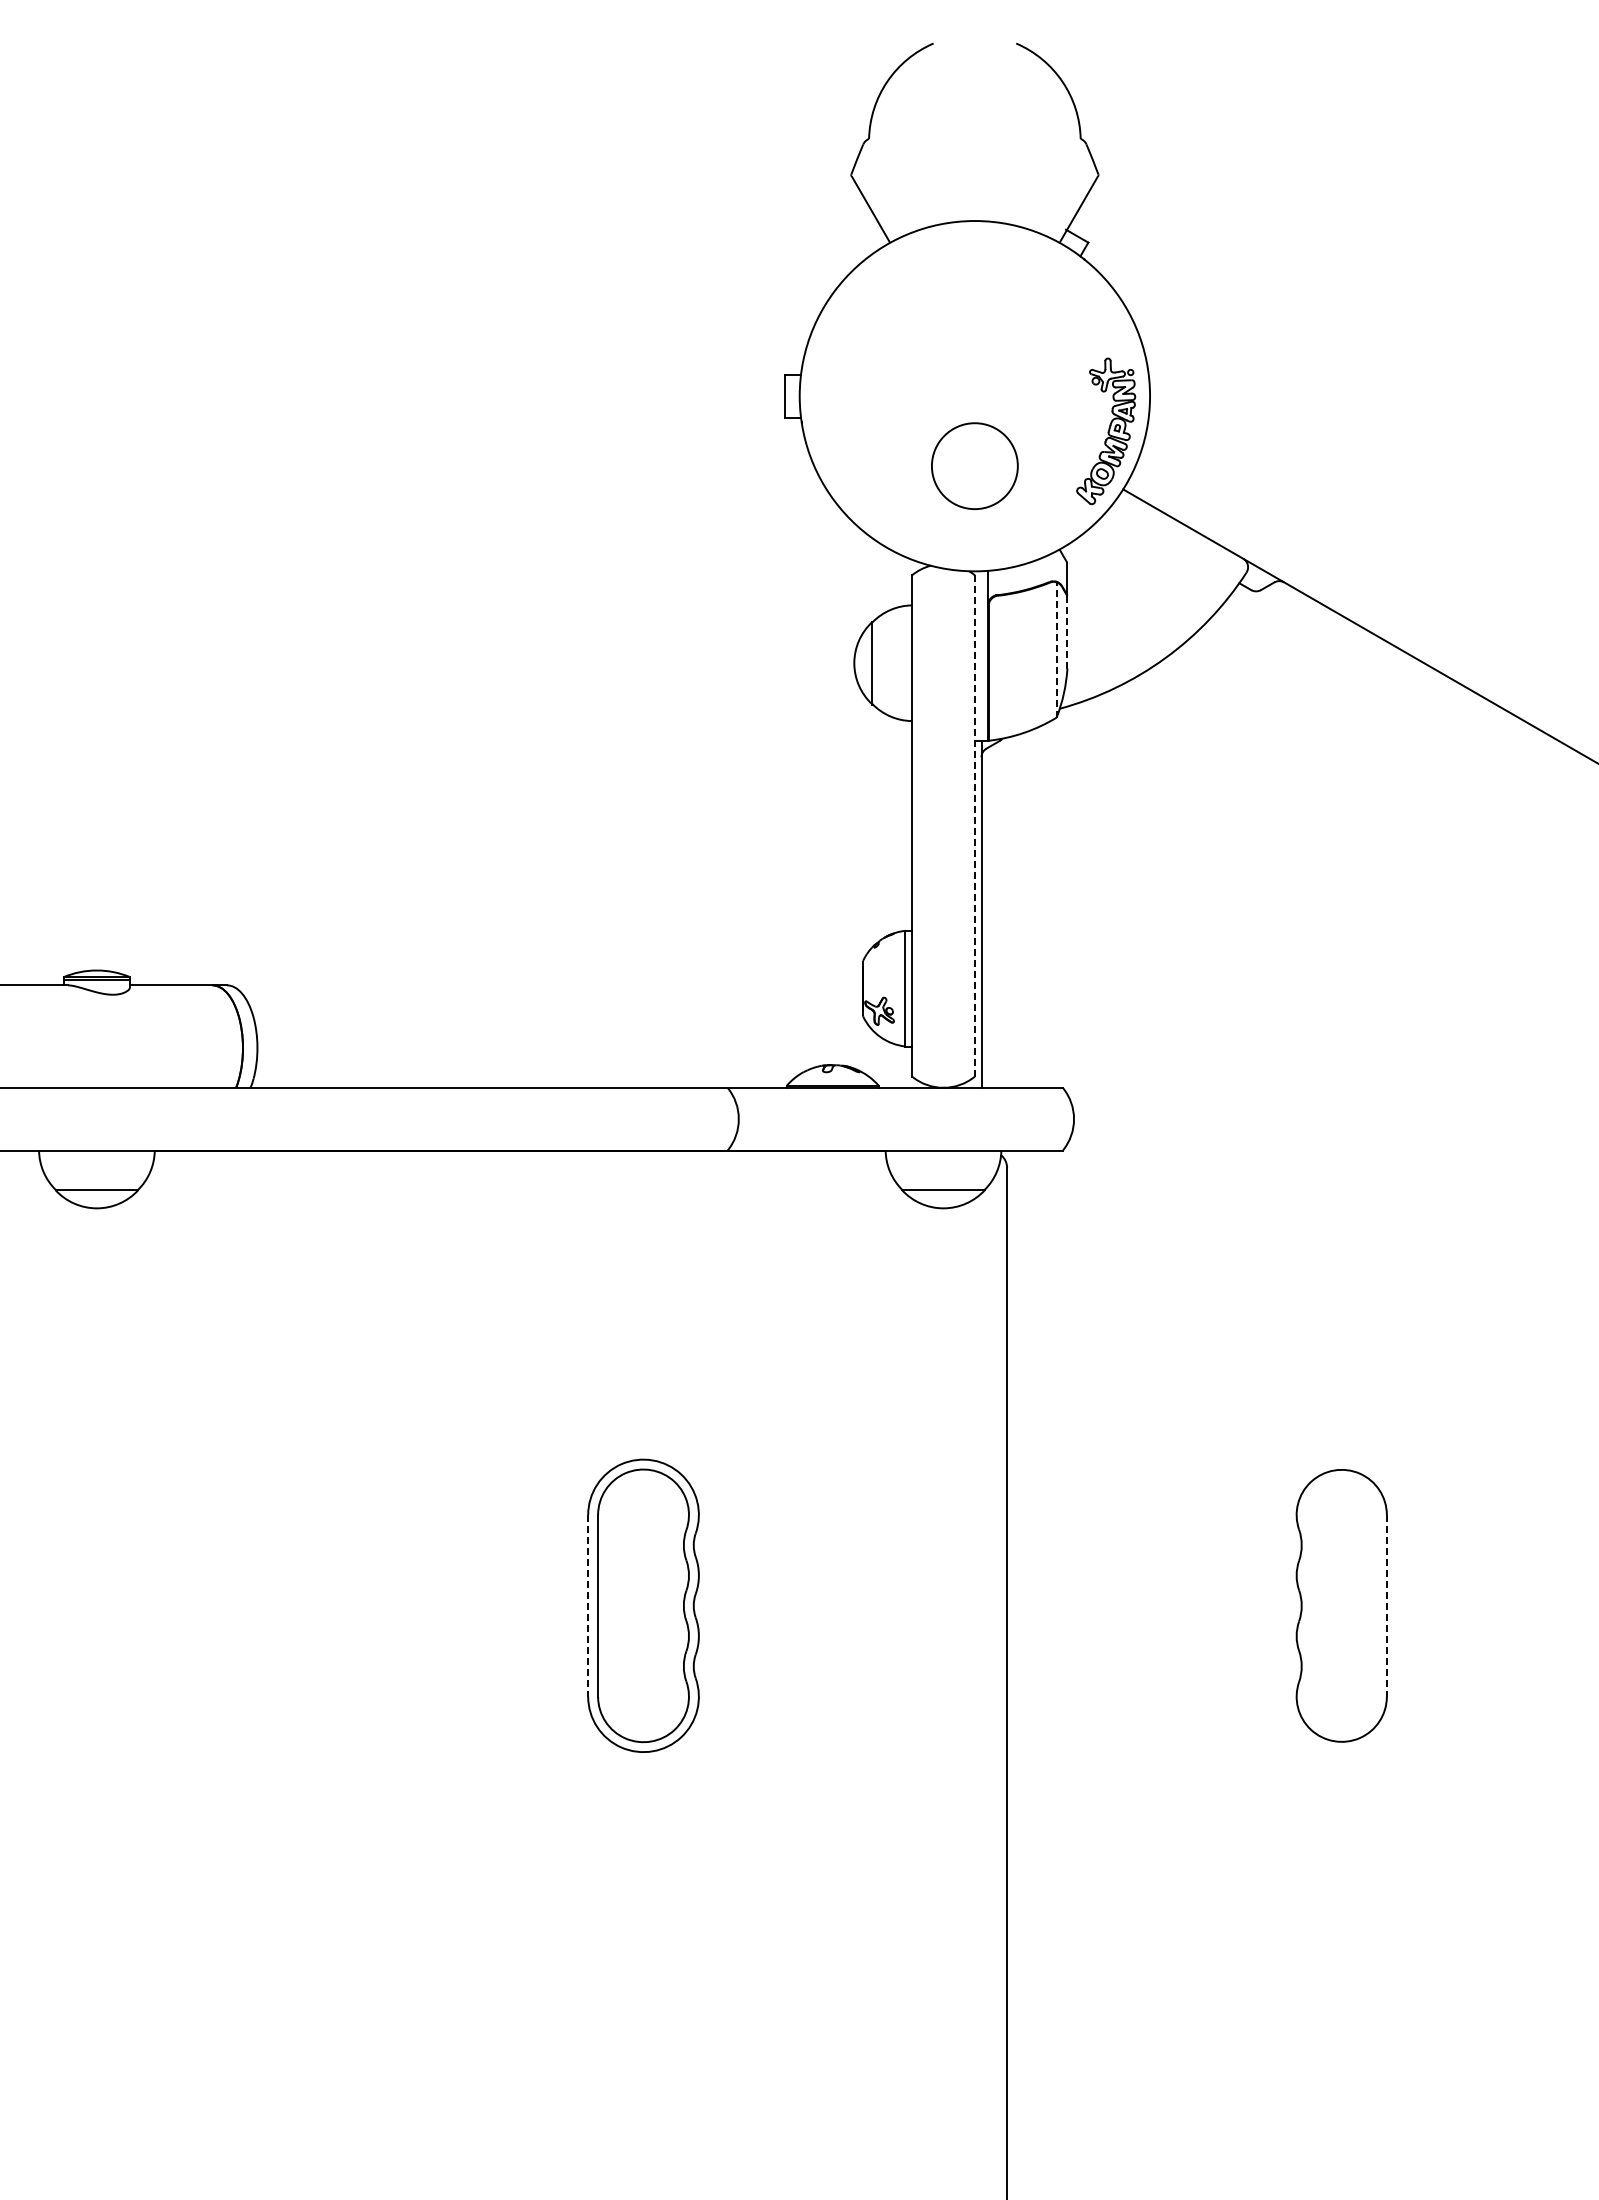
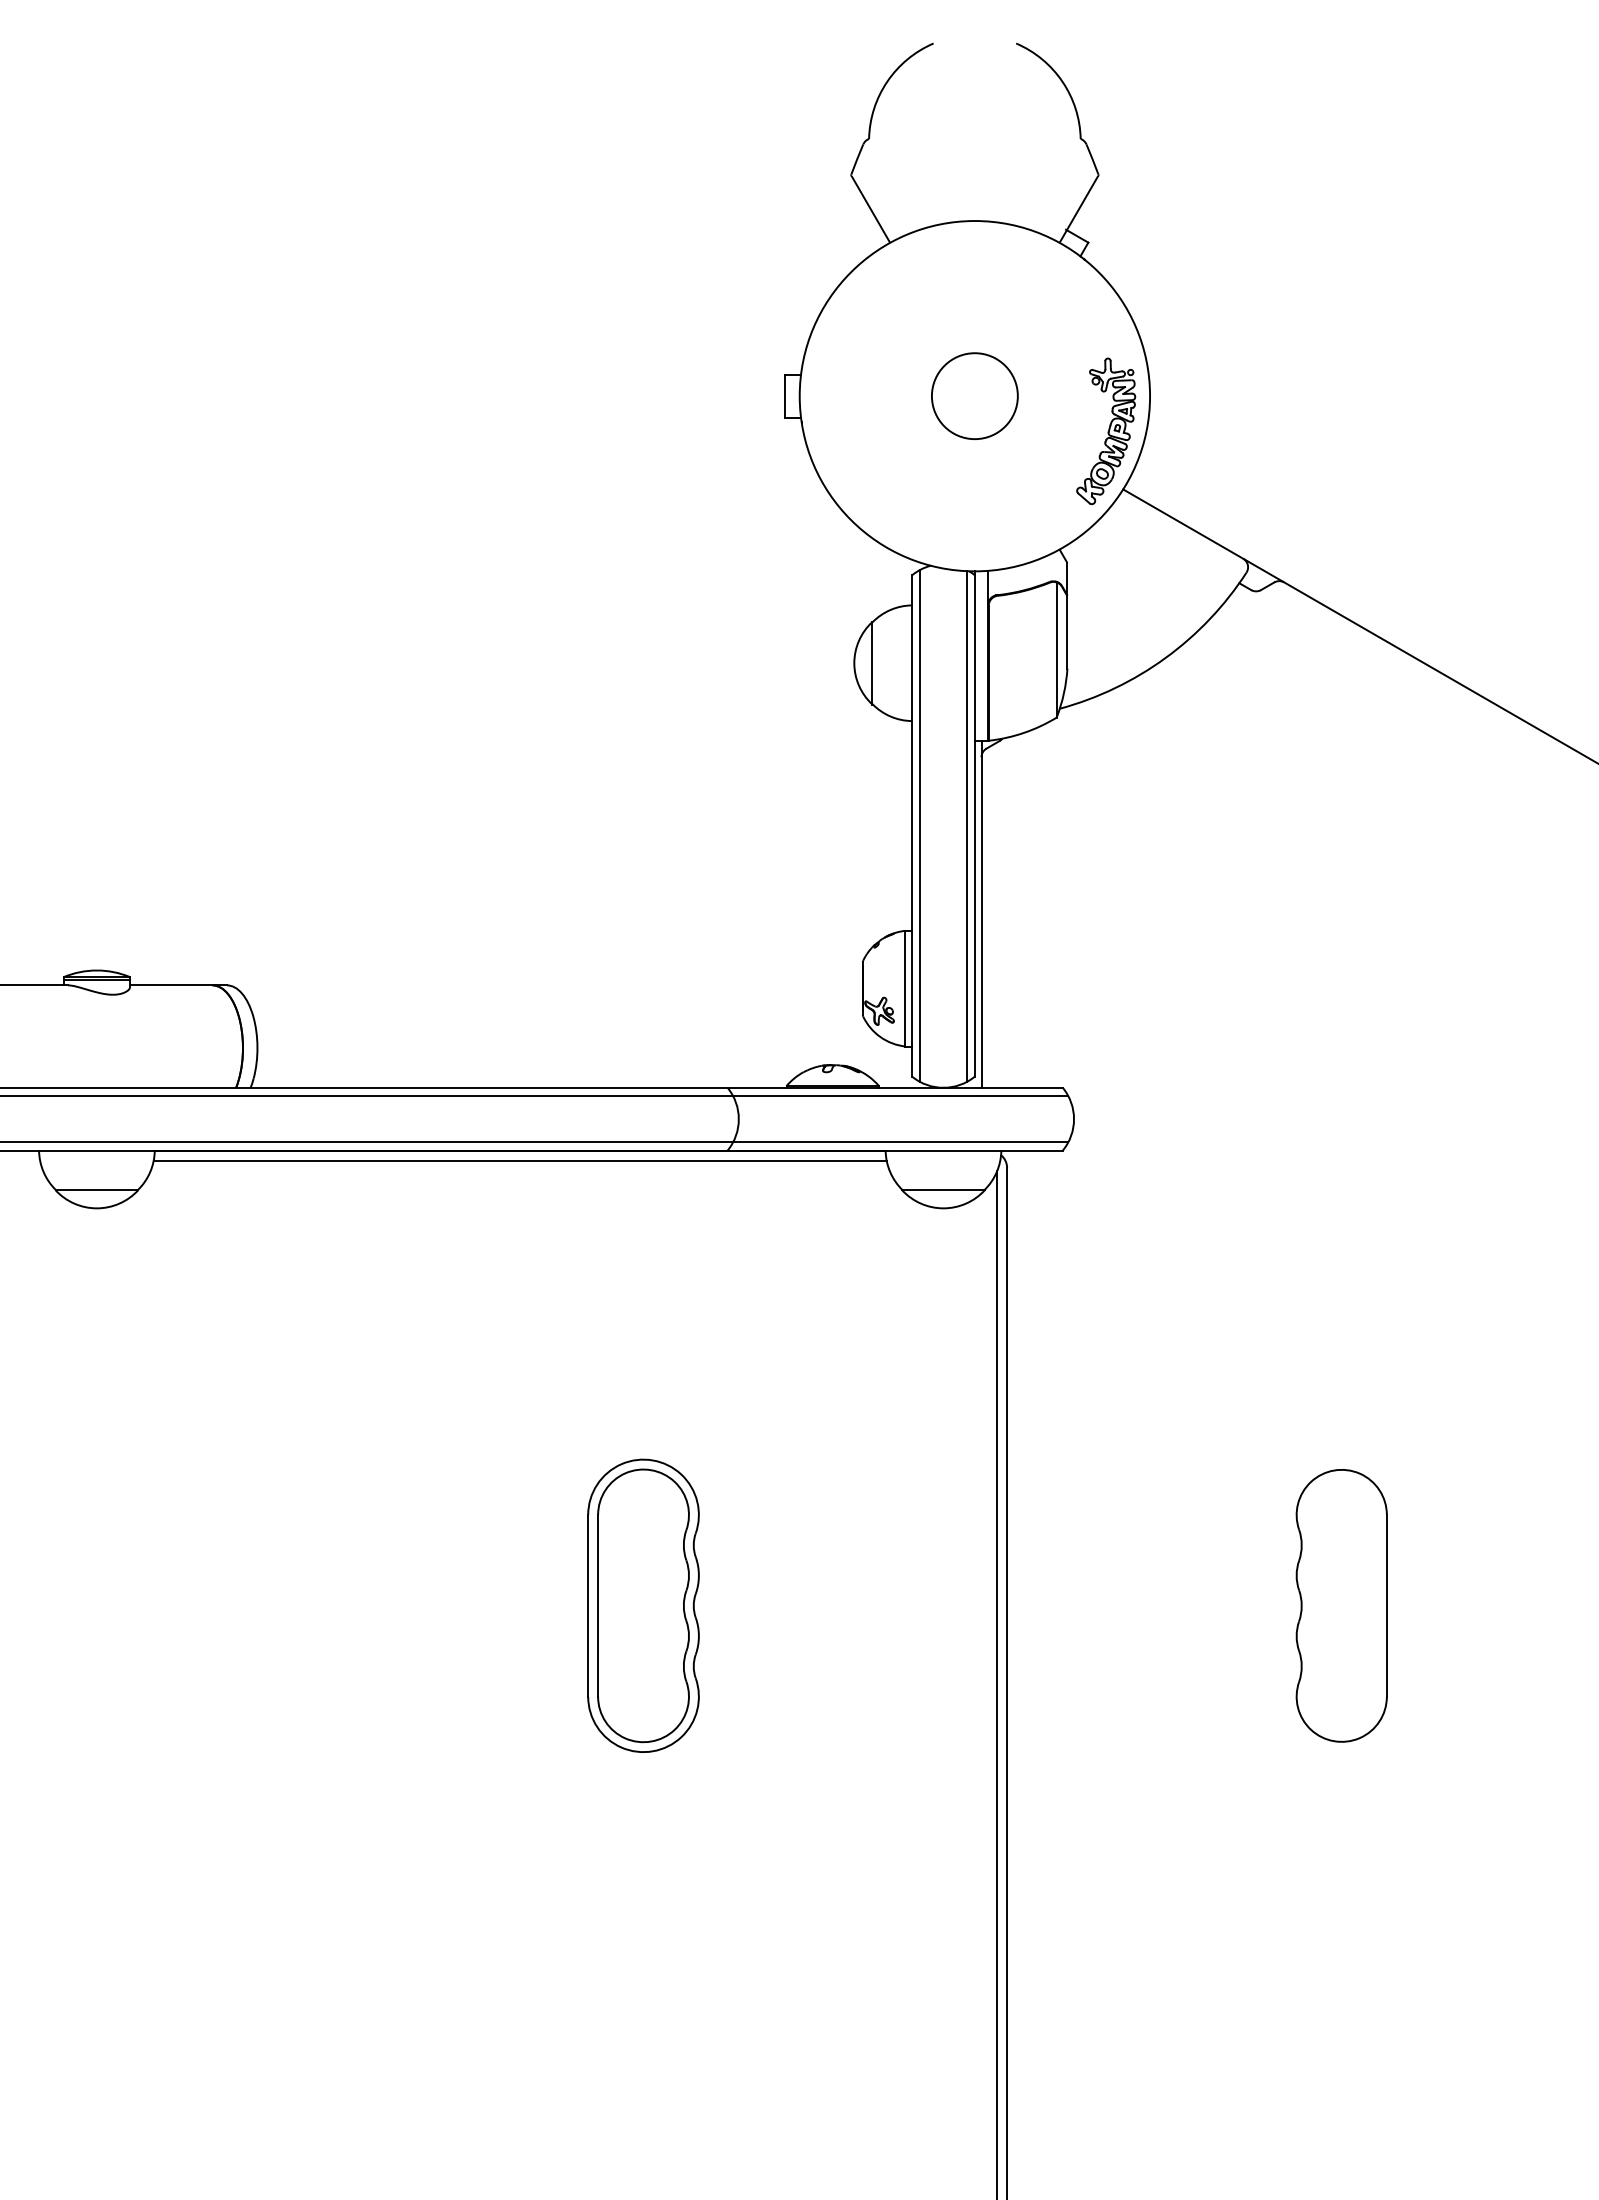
circle at (974, 465) position: (974, 465) -> (974, 395)
line at (1067, 631): dashed -> solid
line at (1056, 650): dashed -> solid
line at (974, 823): dashed -> solid
line at (920, 825): none -> present
line at (966, 826): none -> present
line at (535, 1096): none -> present
line at (535, 1142): none -> present
line at (519, 1161): none -> present
line at (588, 1605): dashed -> solid
line at (1386, 1605): dashed -> solid
line at (997, 1683): none -> present
